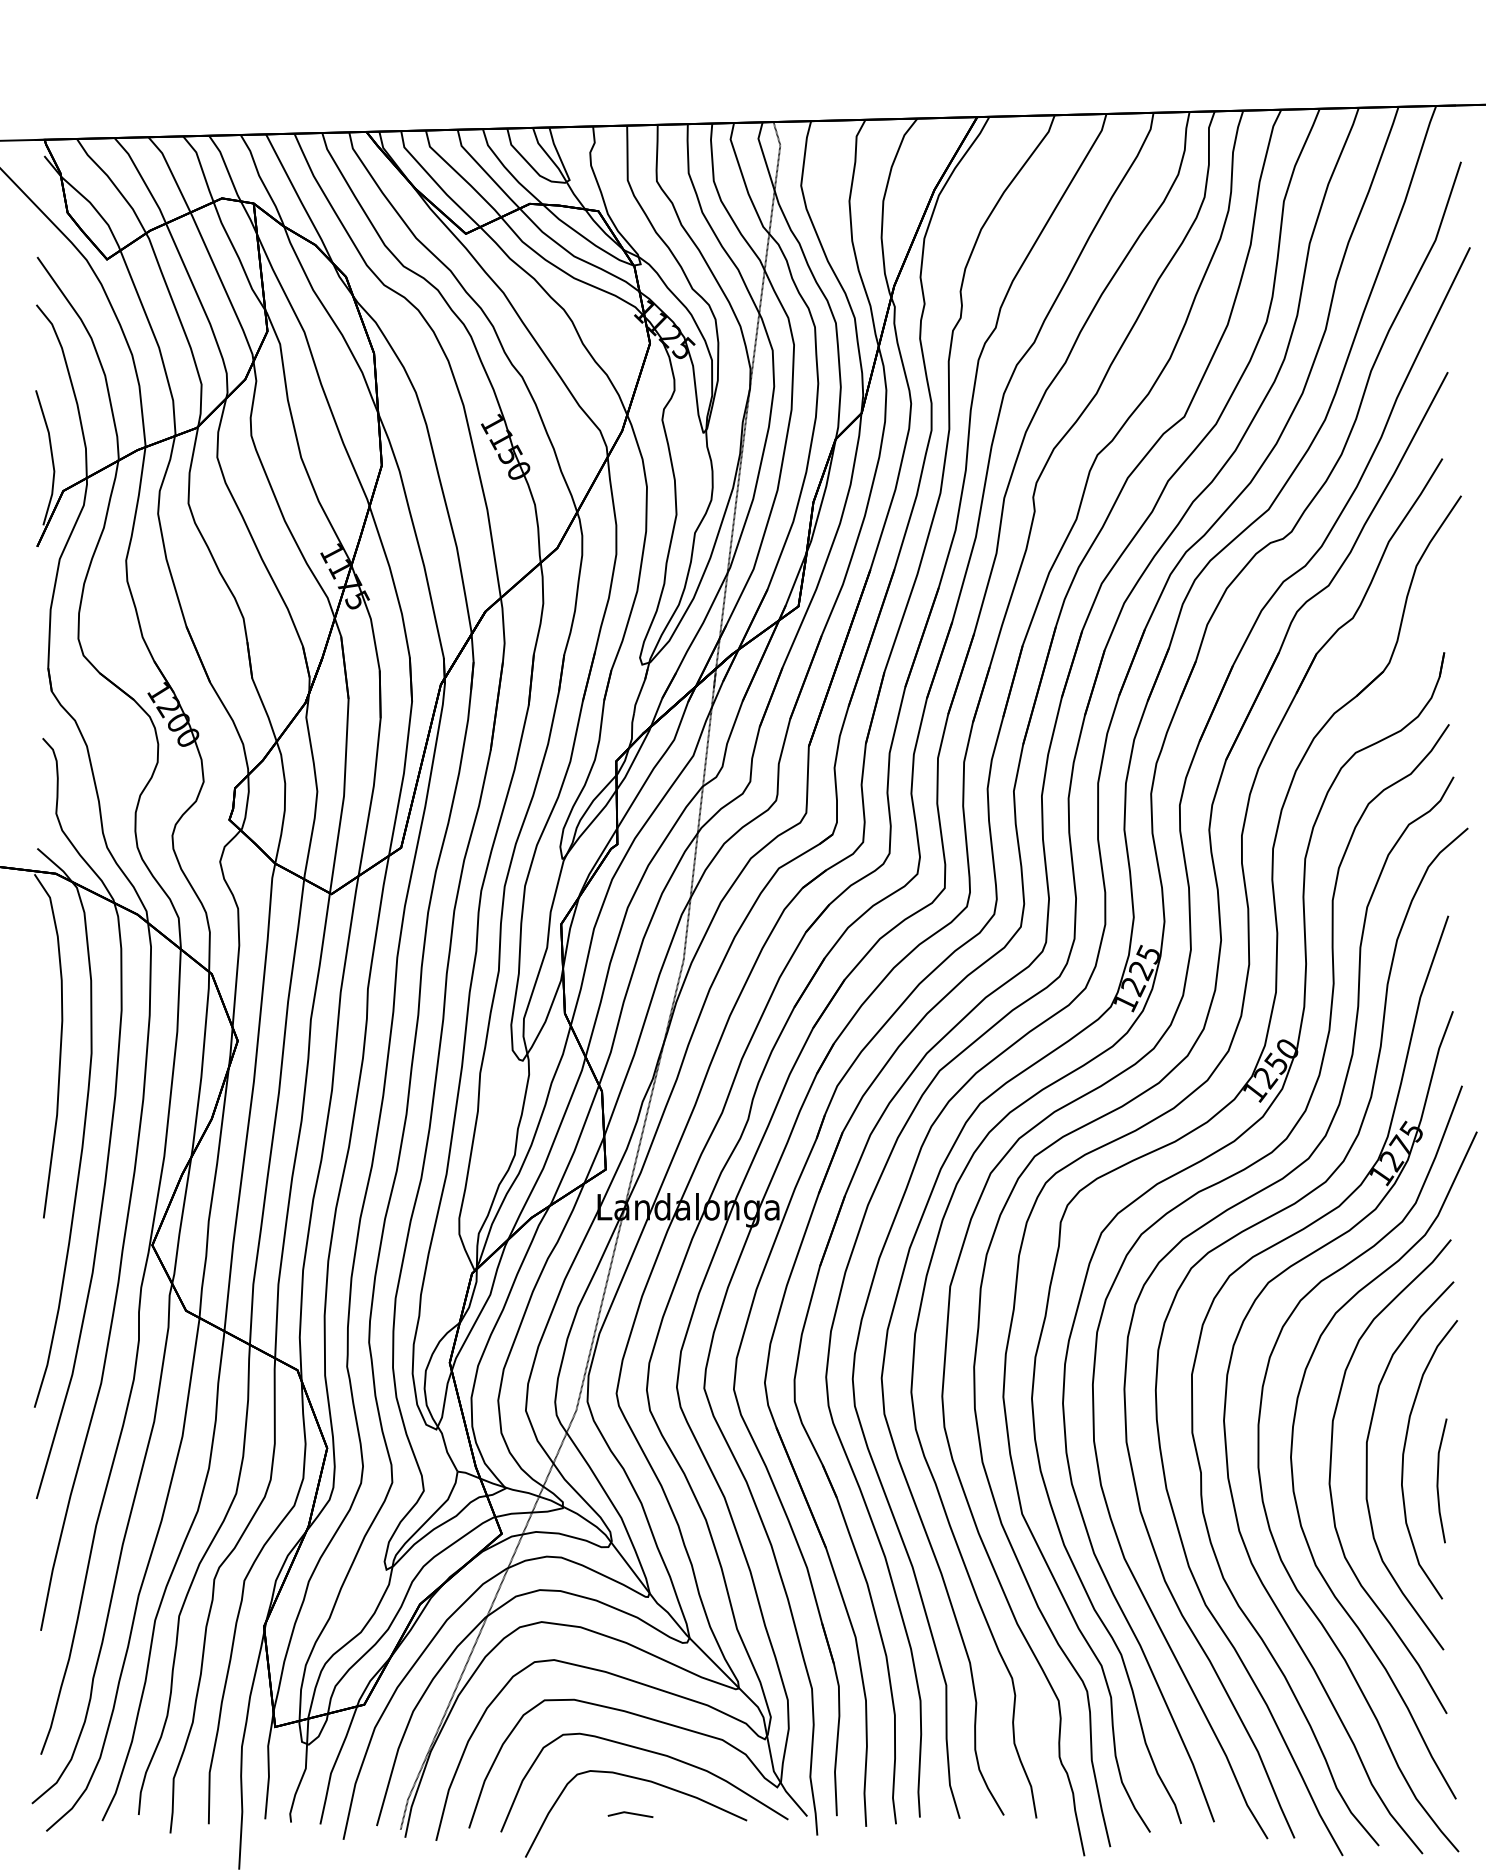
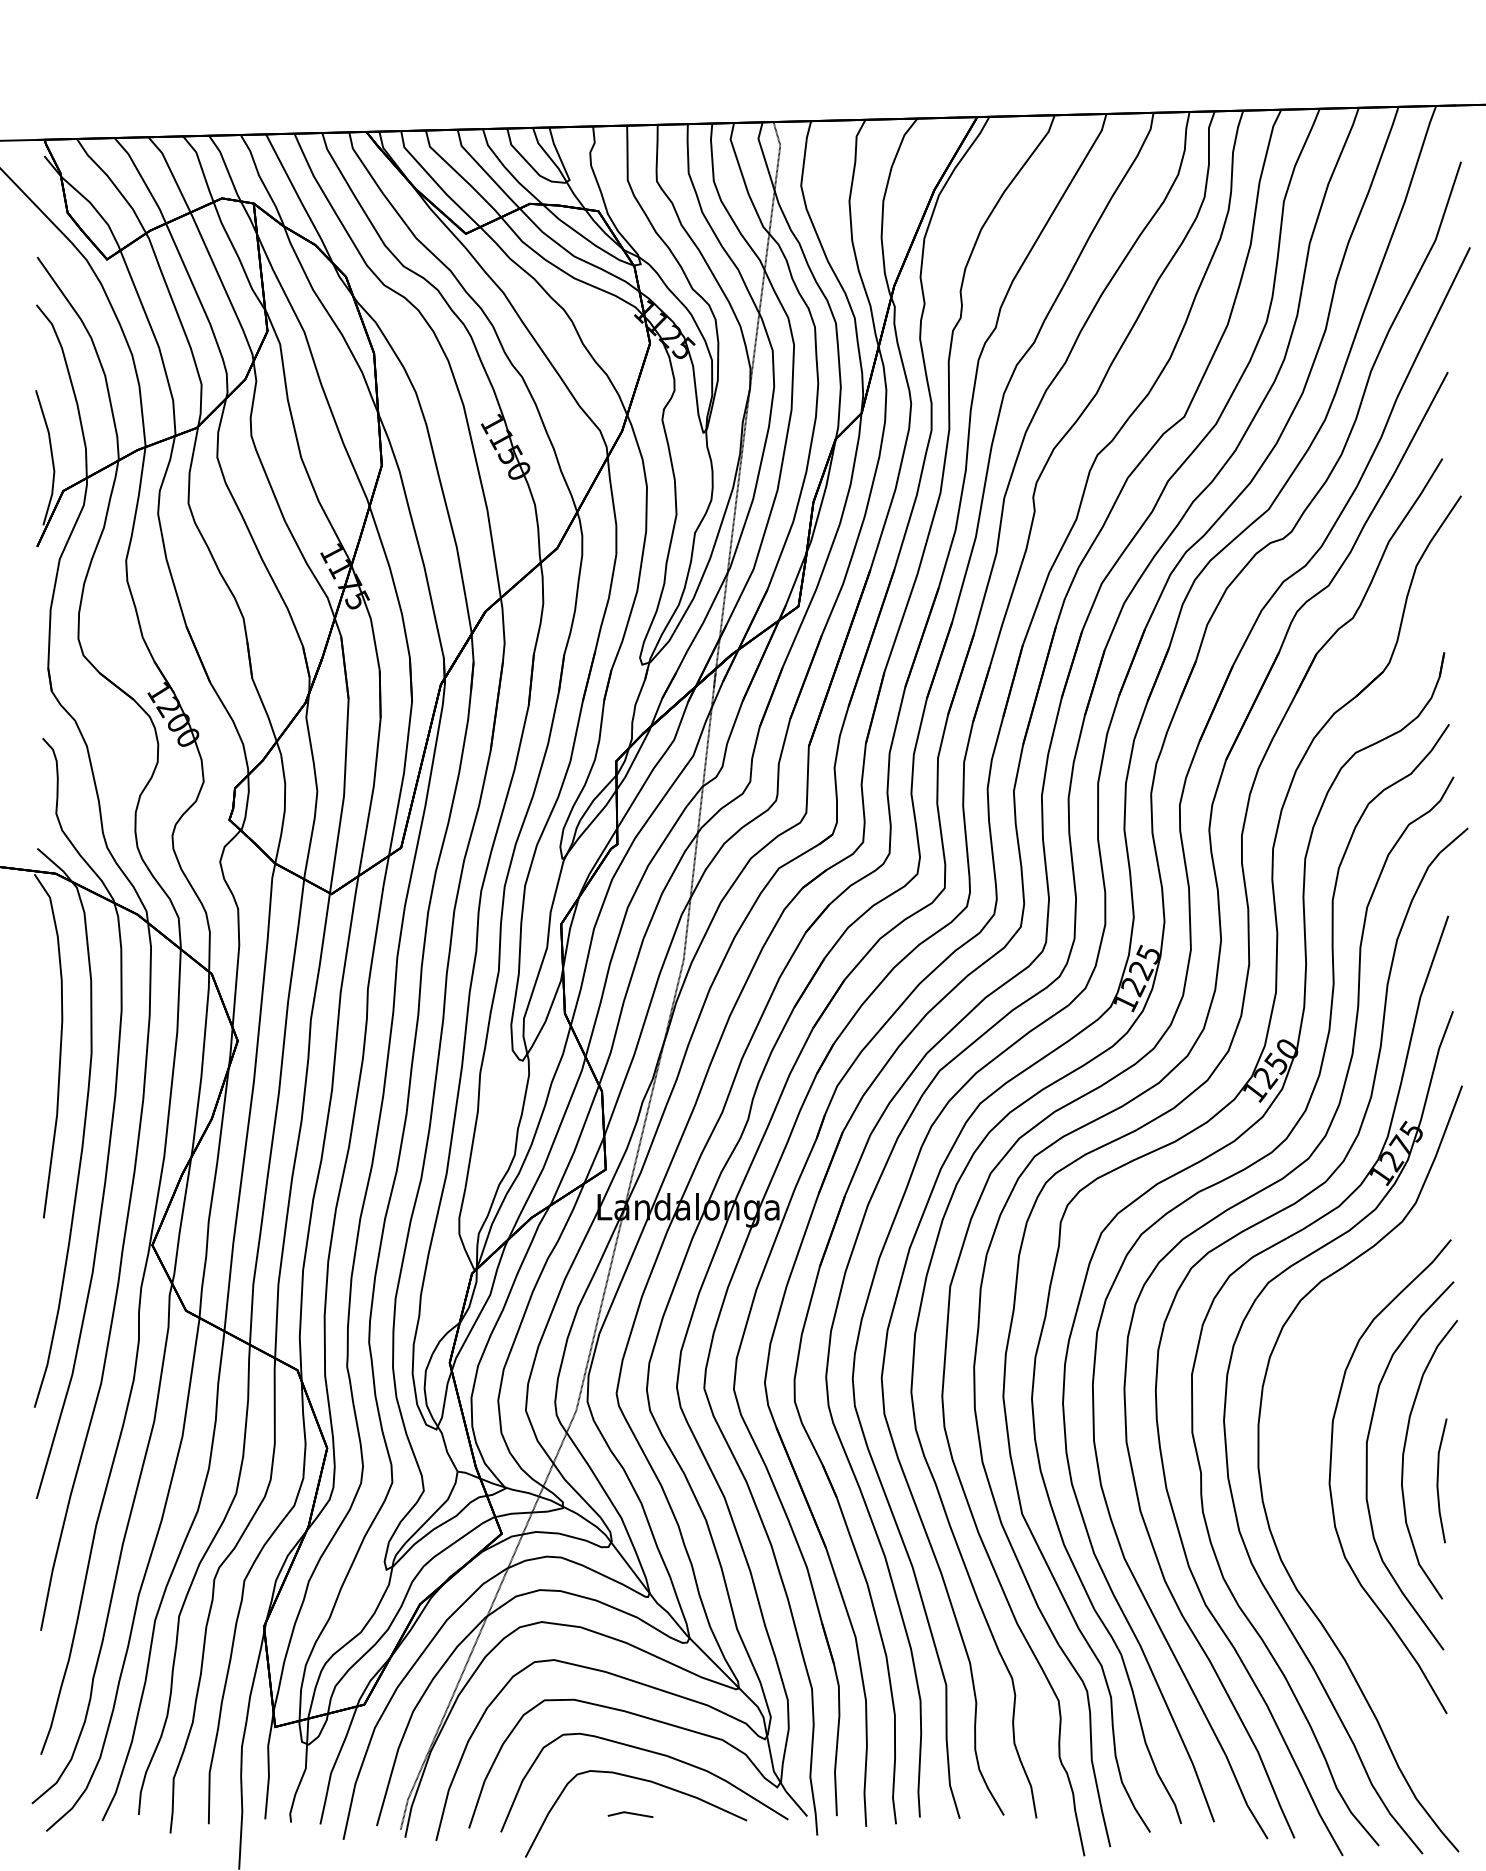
part at (1293, 1473): present -> none
